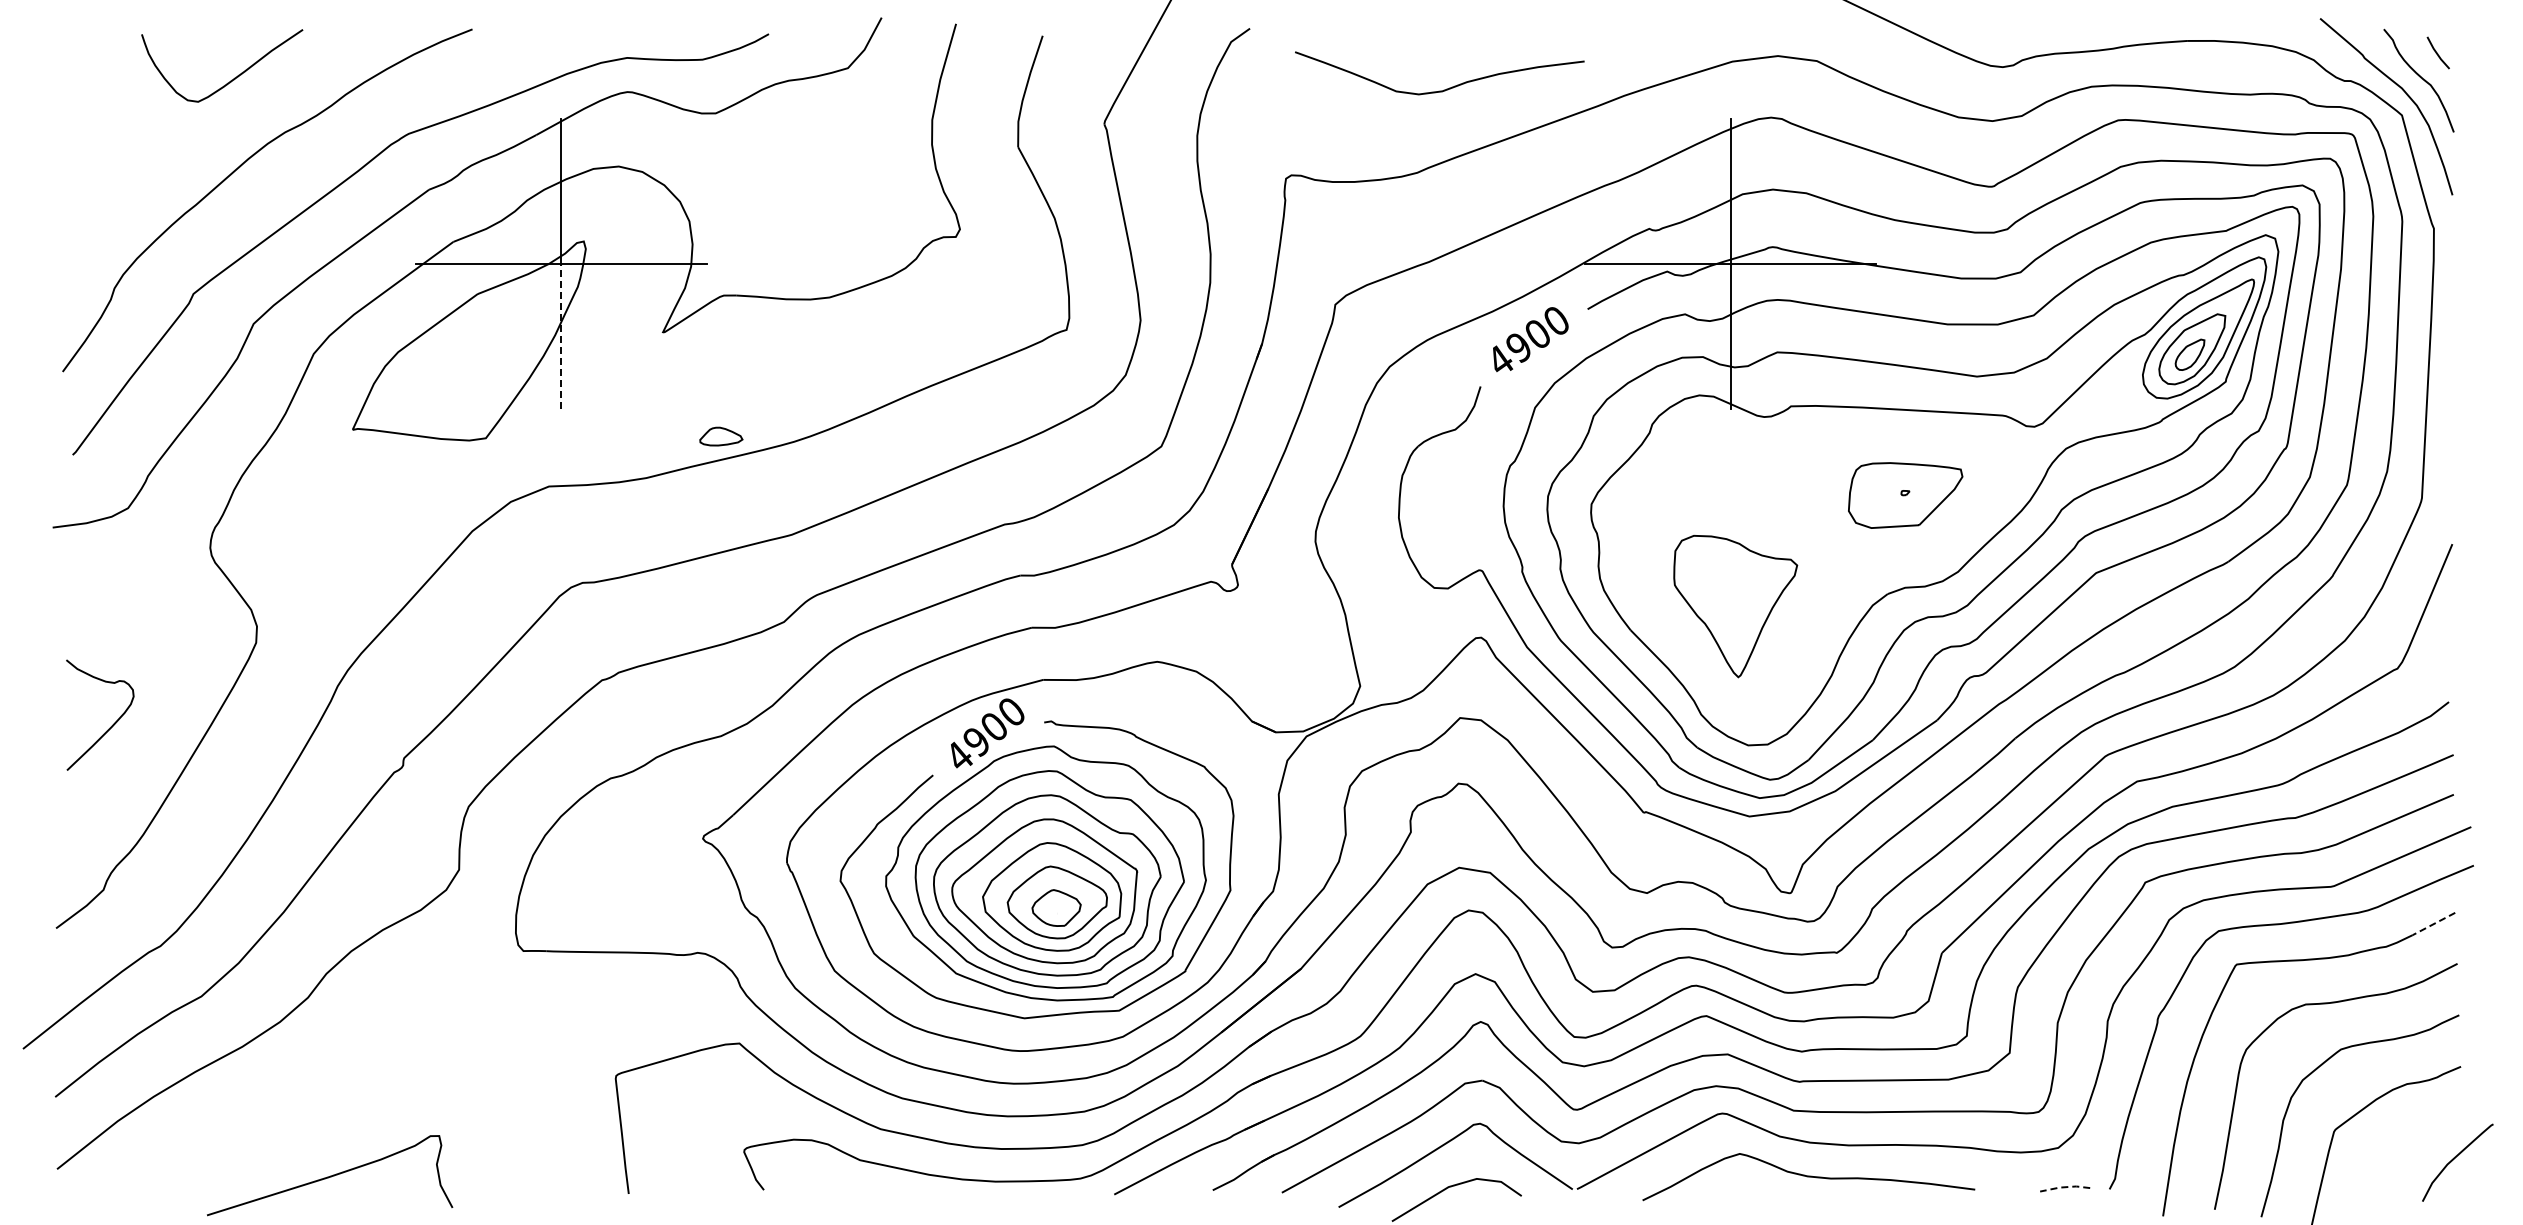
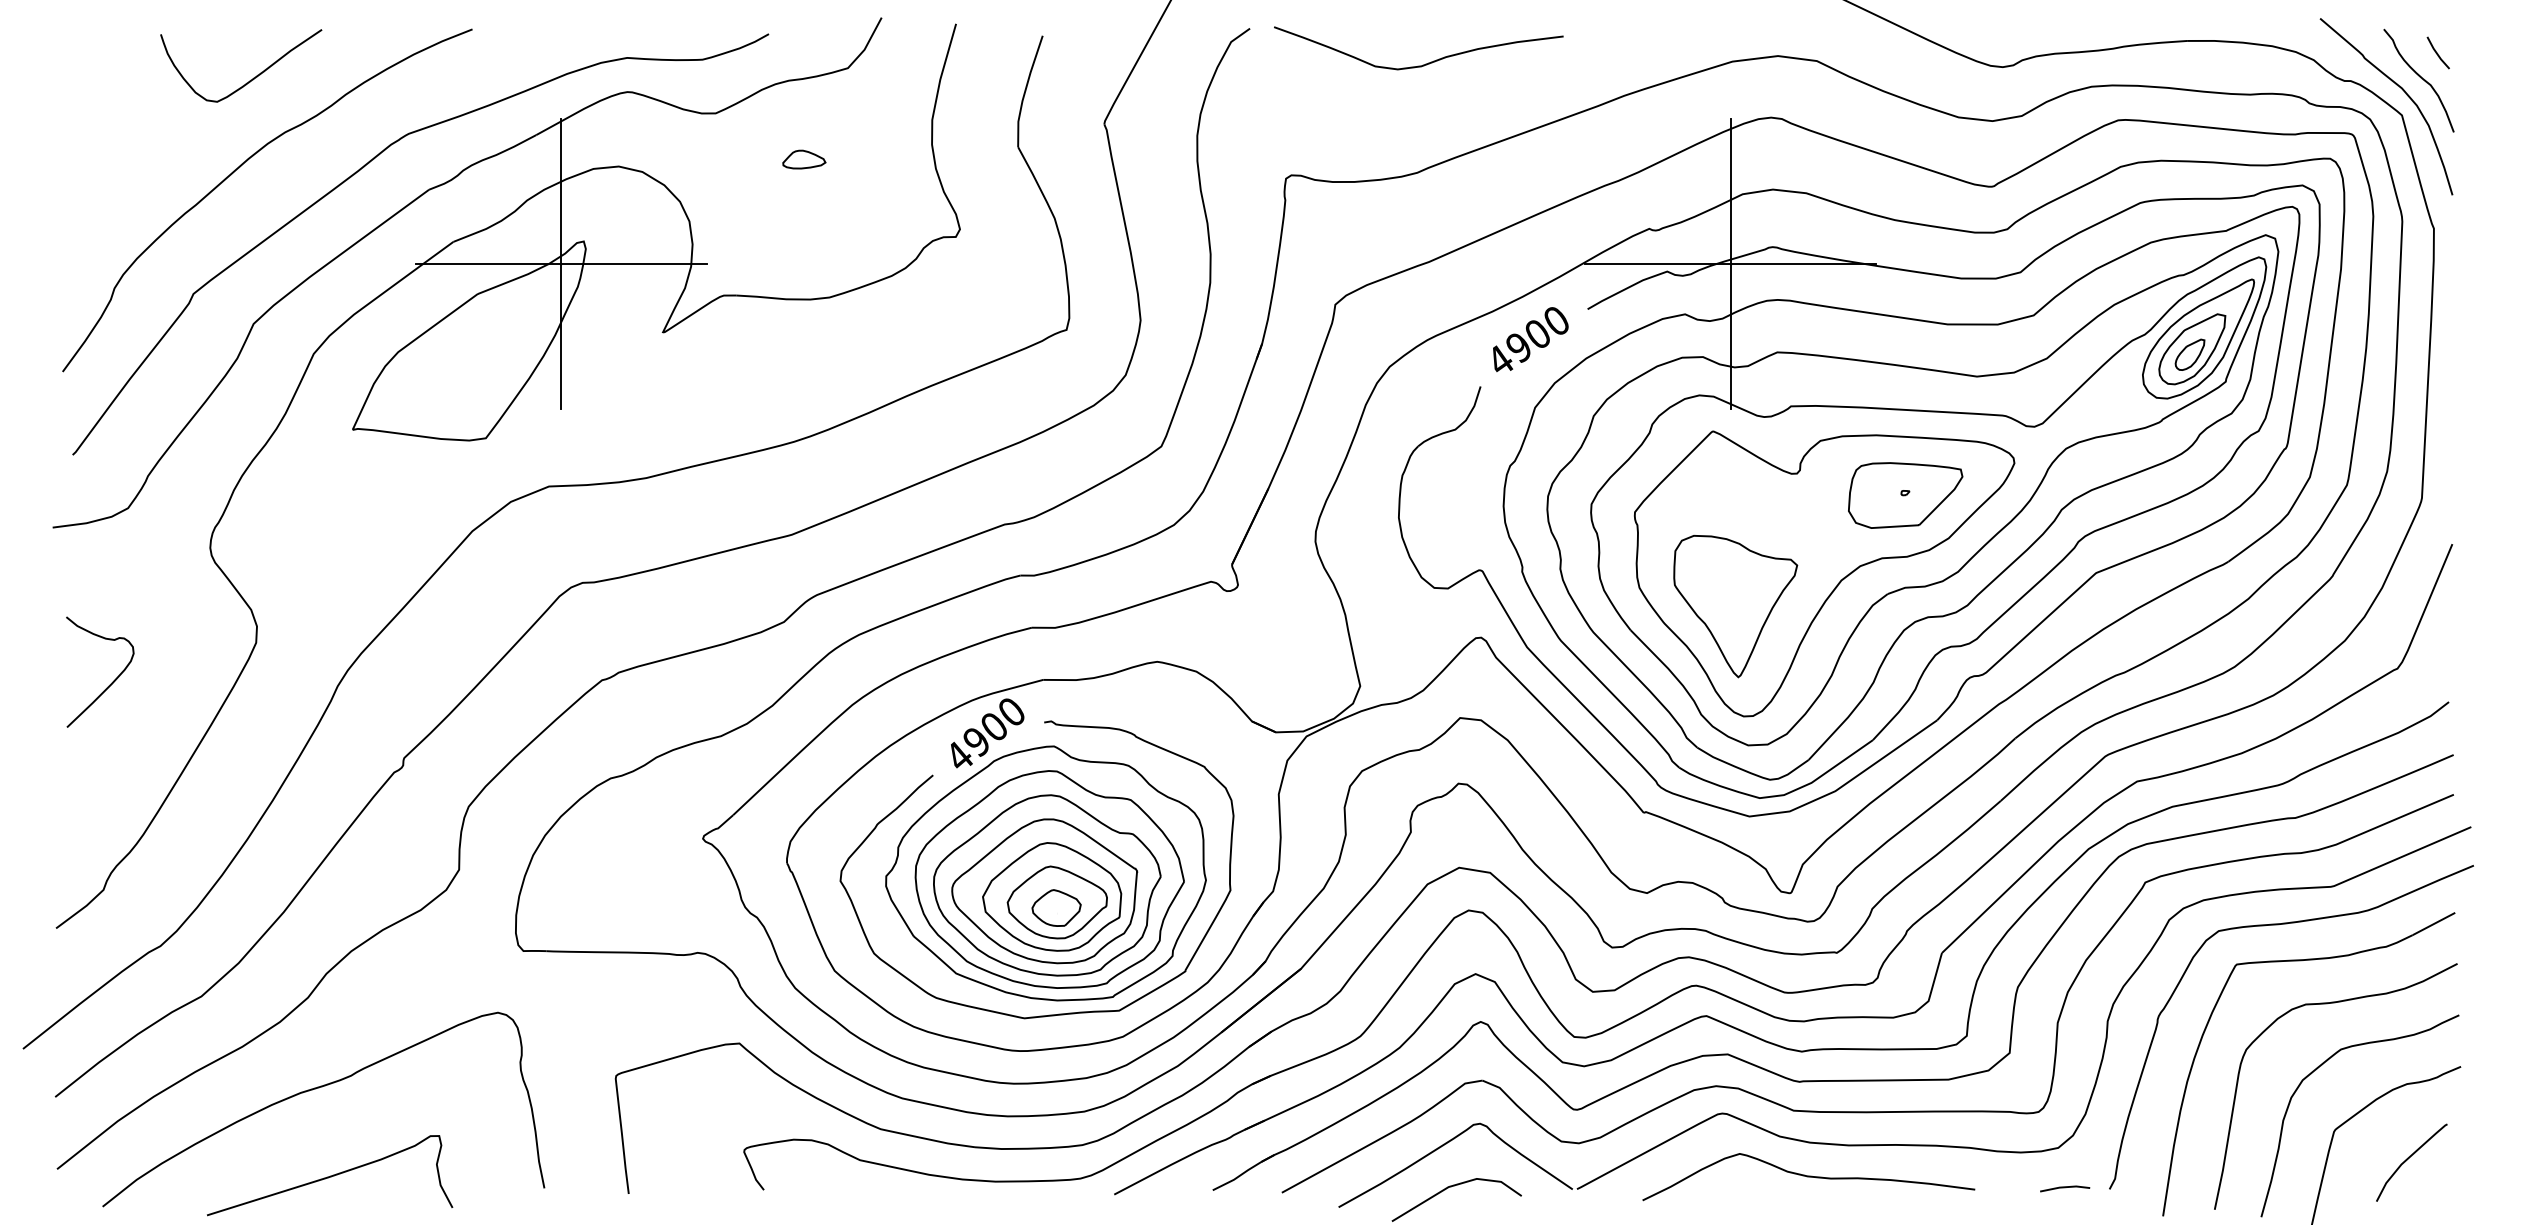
curve at (234, 77) position: (234, 77) -> (253, 77)
curve at (1446, 88) position: (1446, 88) -> (1425, 63)
line at (561, 336): dashed -> solid
part at (721, 436) position: (721, 436) -> (804, 159)
part at (1824, 573): none -> present
curve at (111, 725) position: (111, 725) -> (111, 682)
line at (2433, 924): dashed -> solid
curve at (319, 1088): none -> present
curve at (2454, 1159) position: (2454, 1159) -> (2408, 1159)
line at (2064, 1187): dashed -> solid
